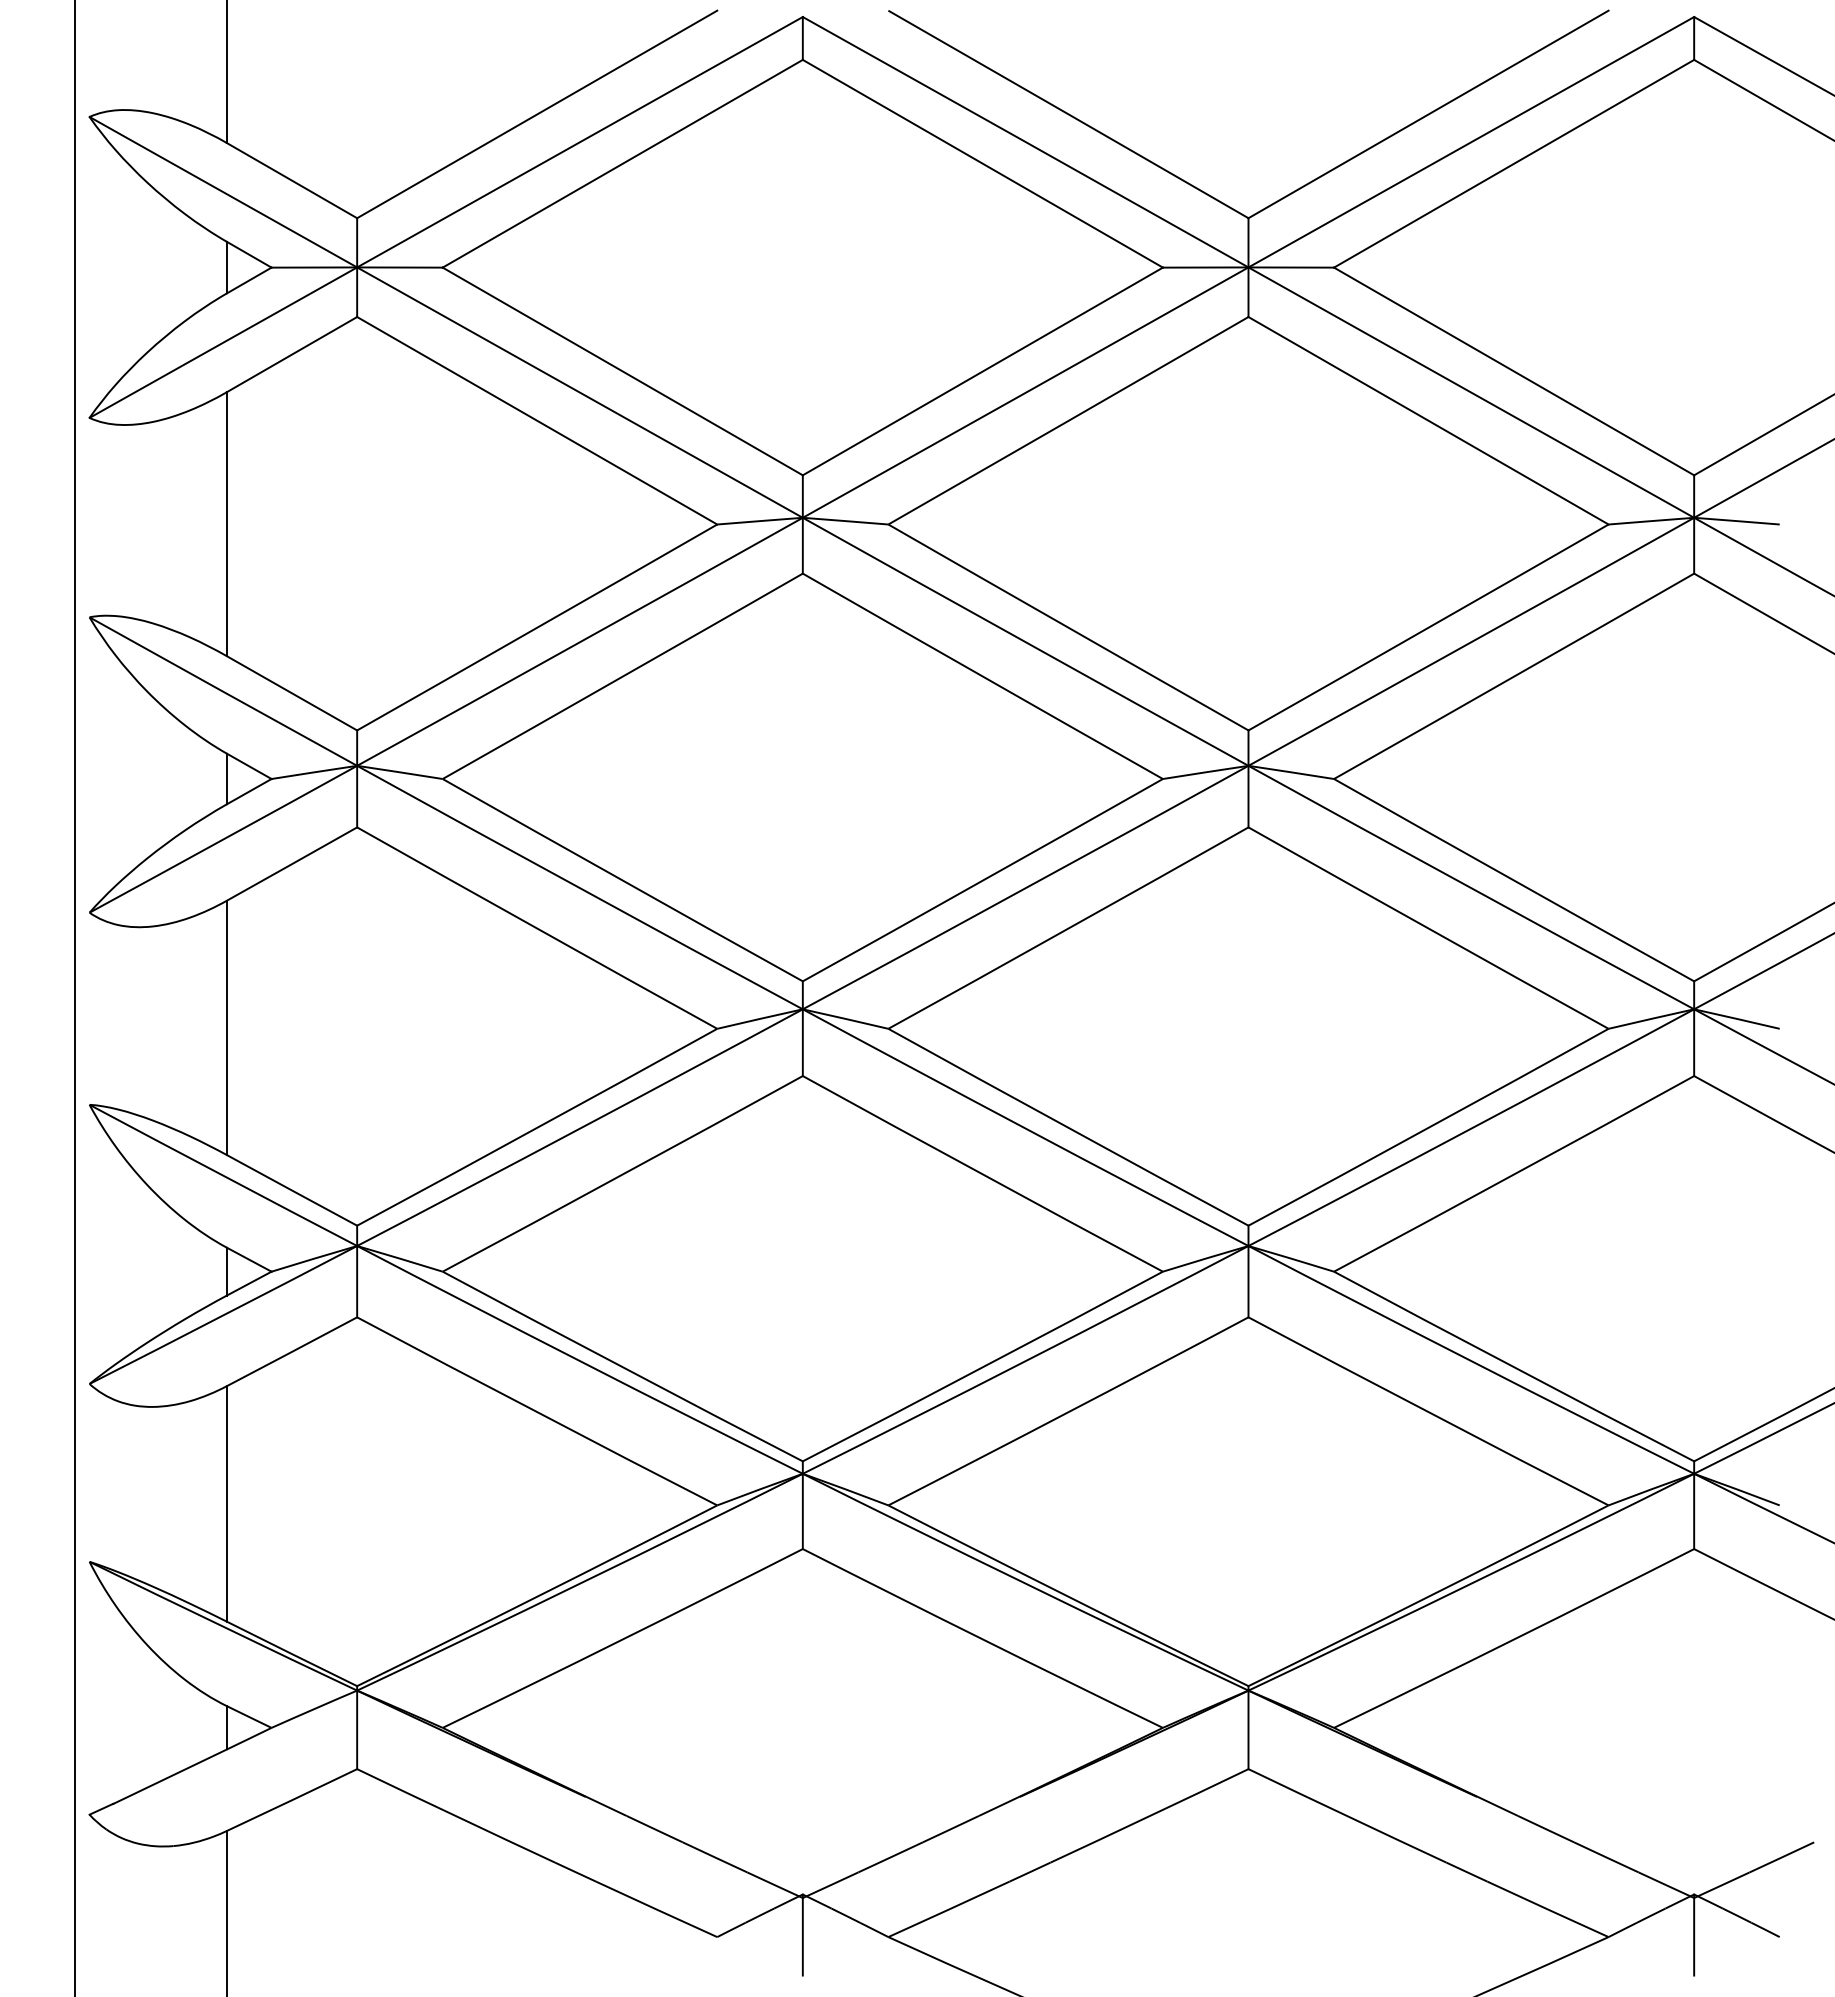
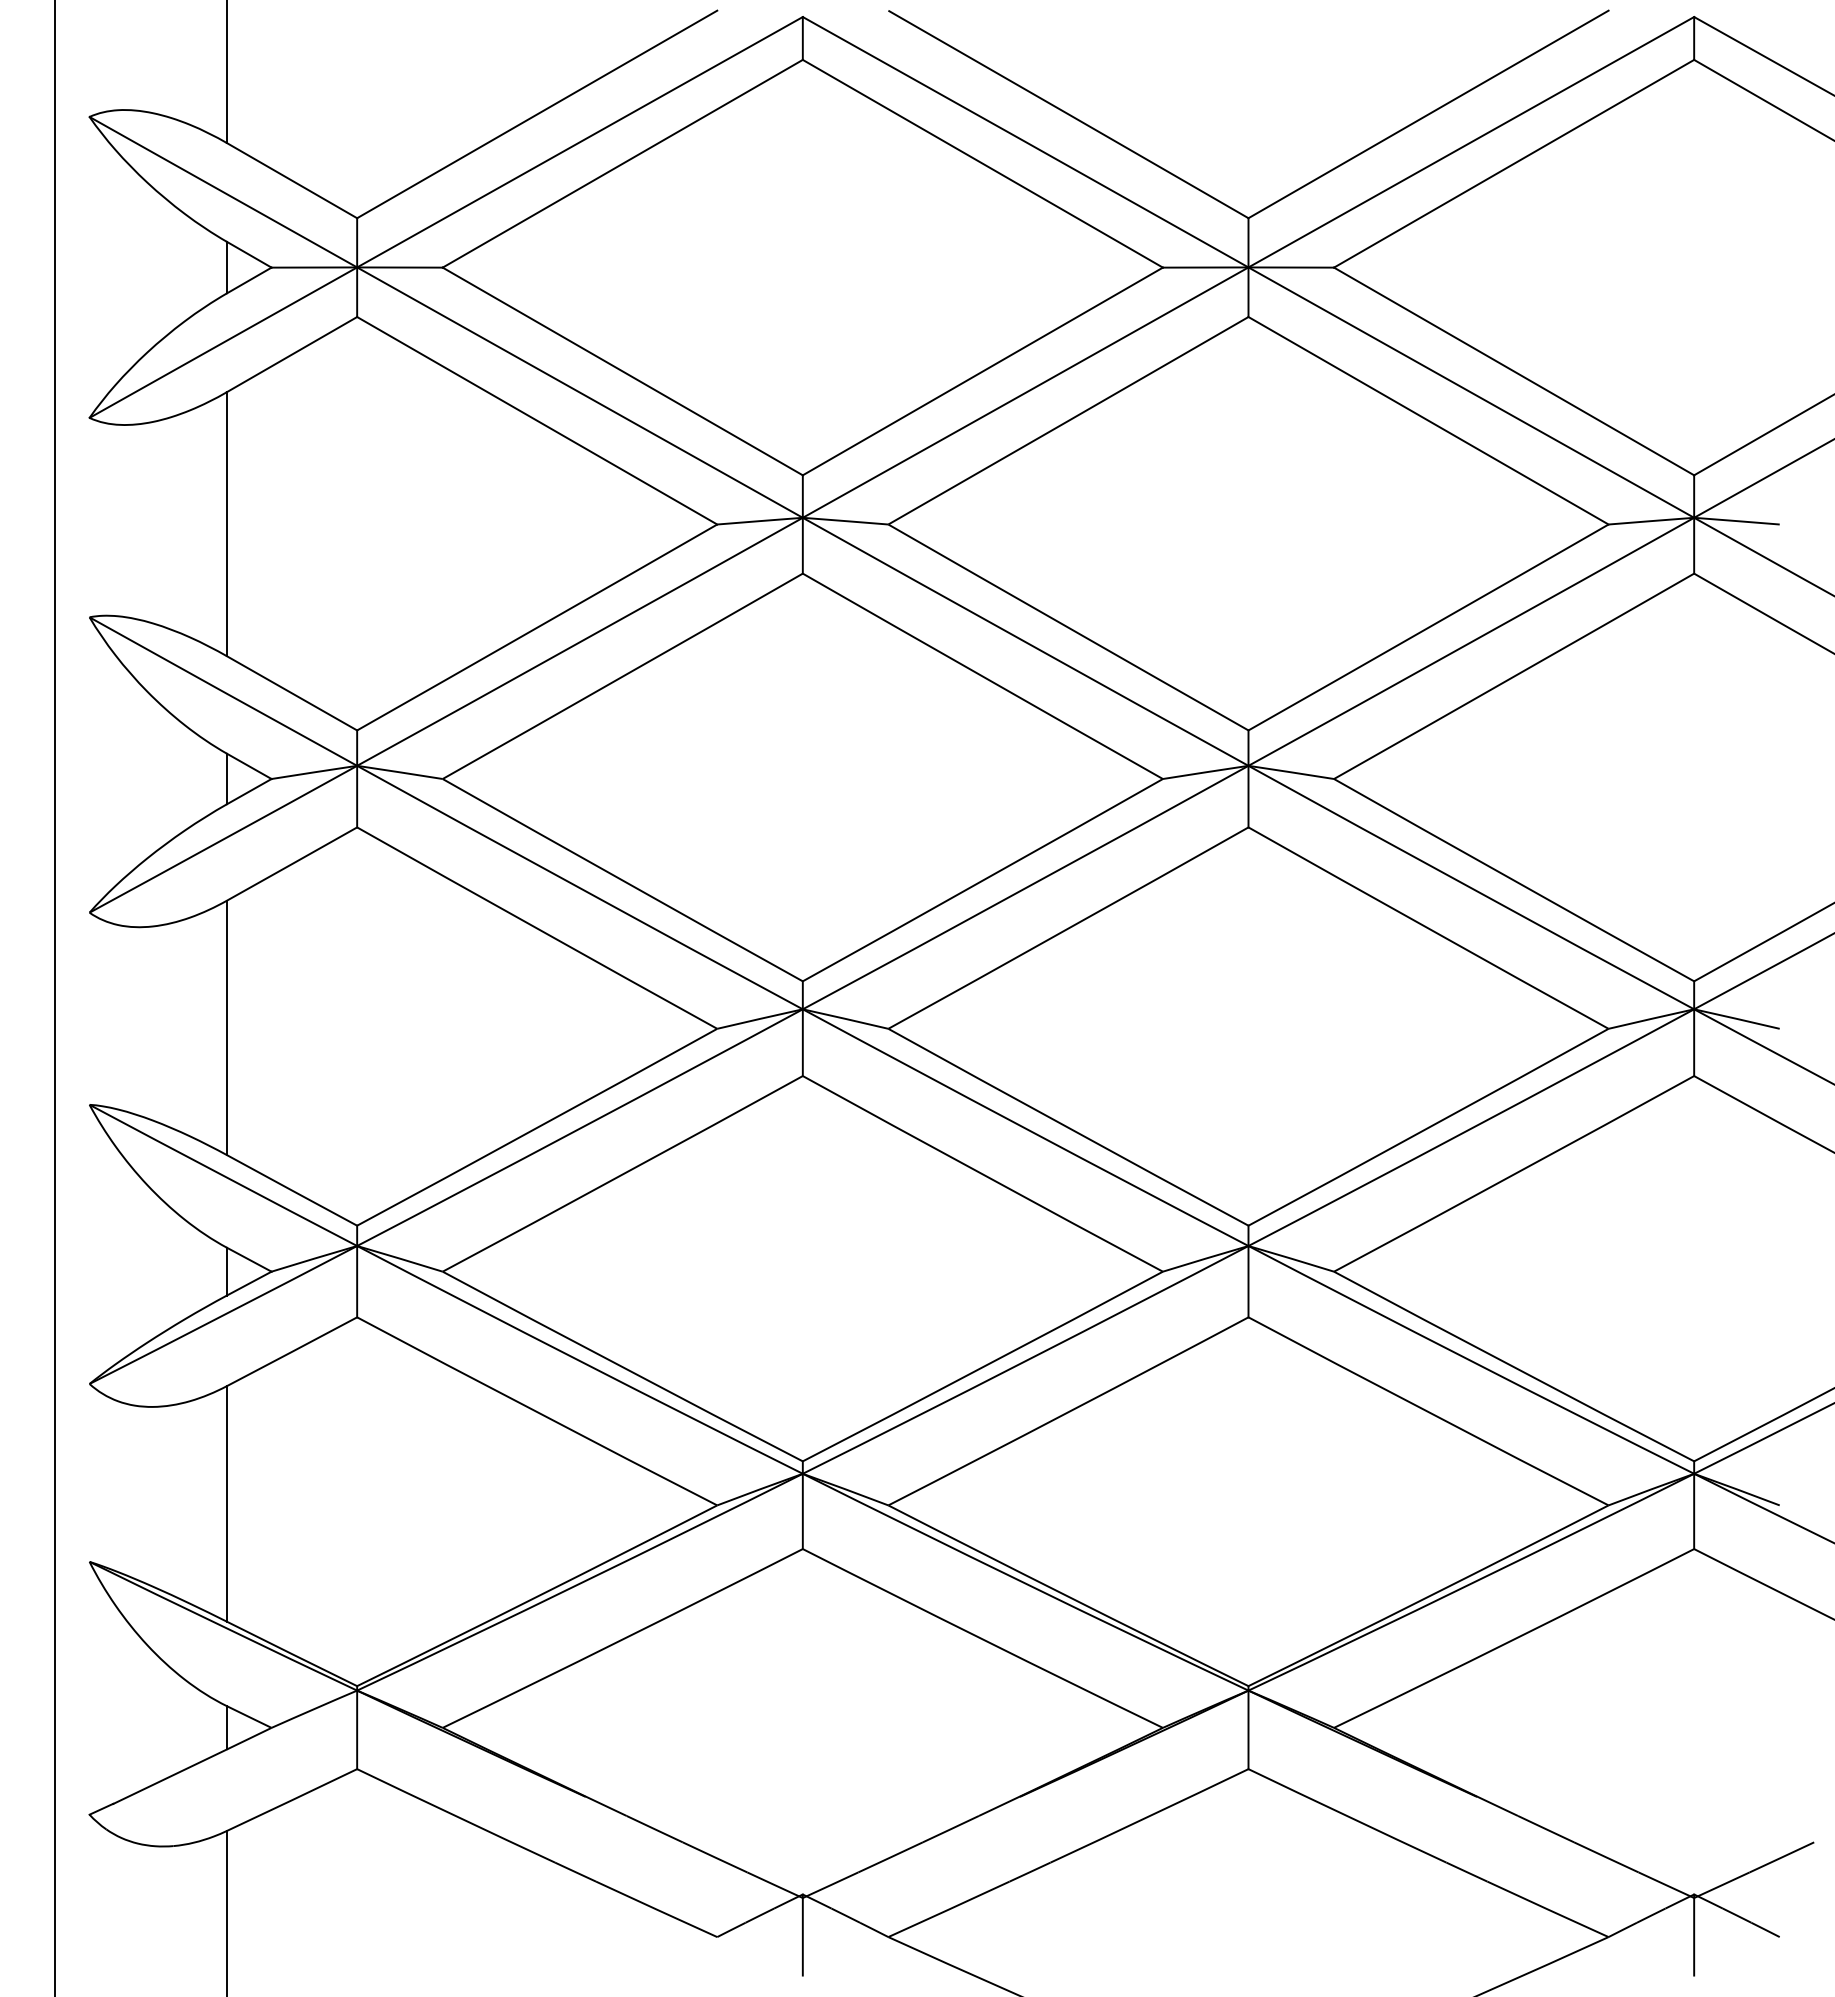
line at (75, 997) position: (75, 997) -> (55, 997)
